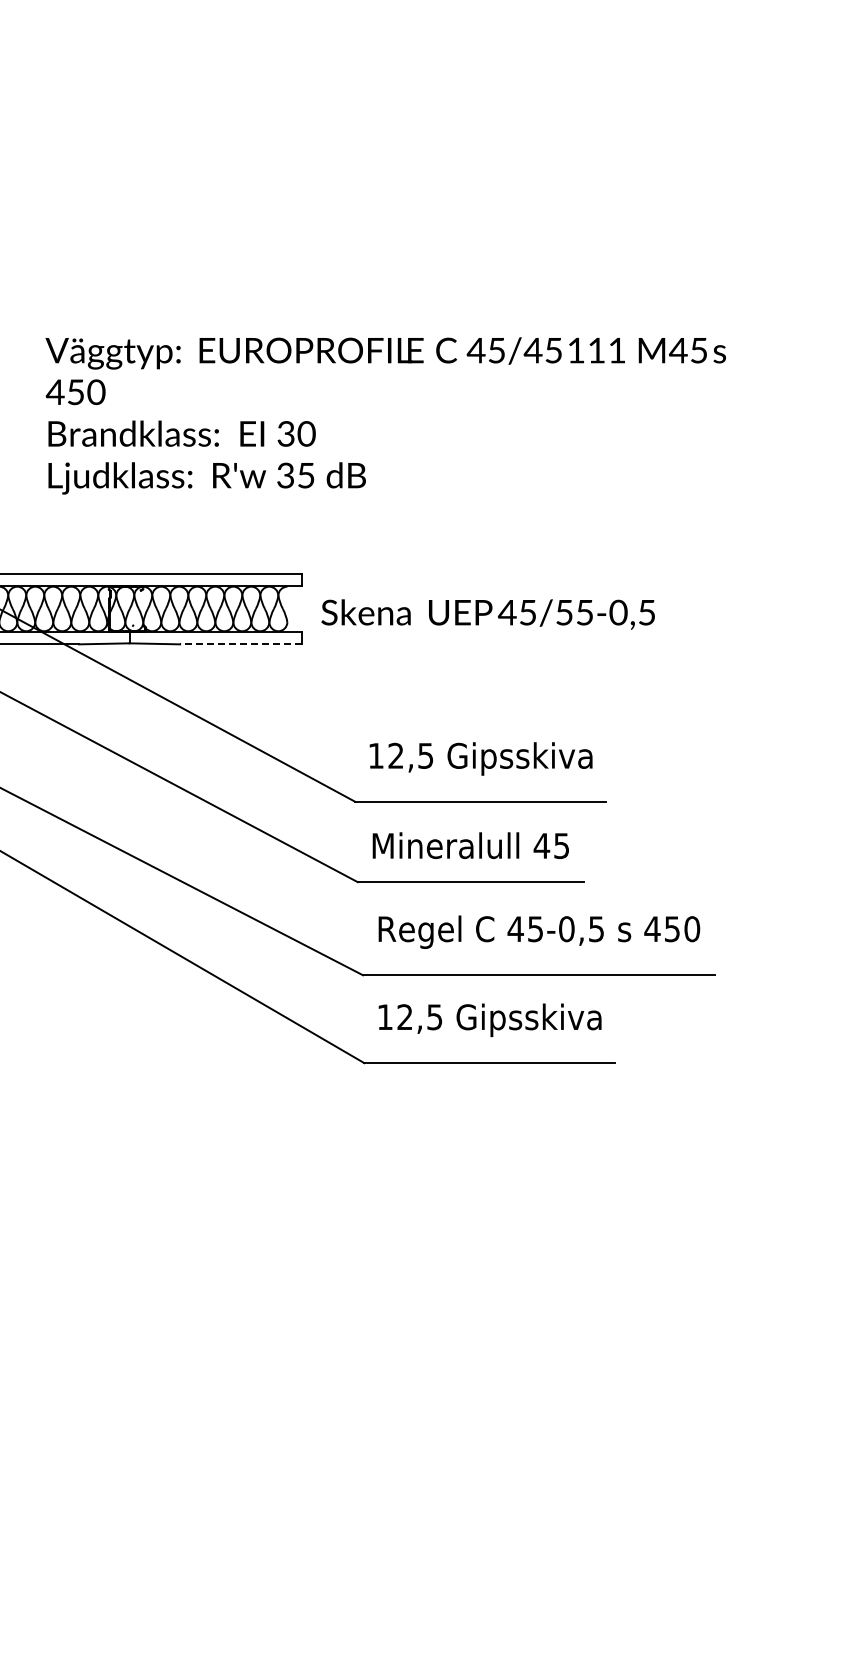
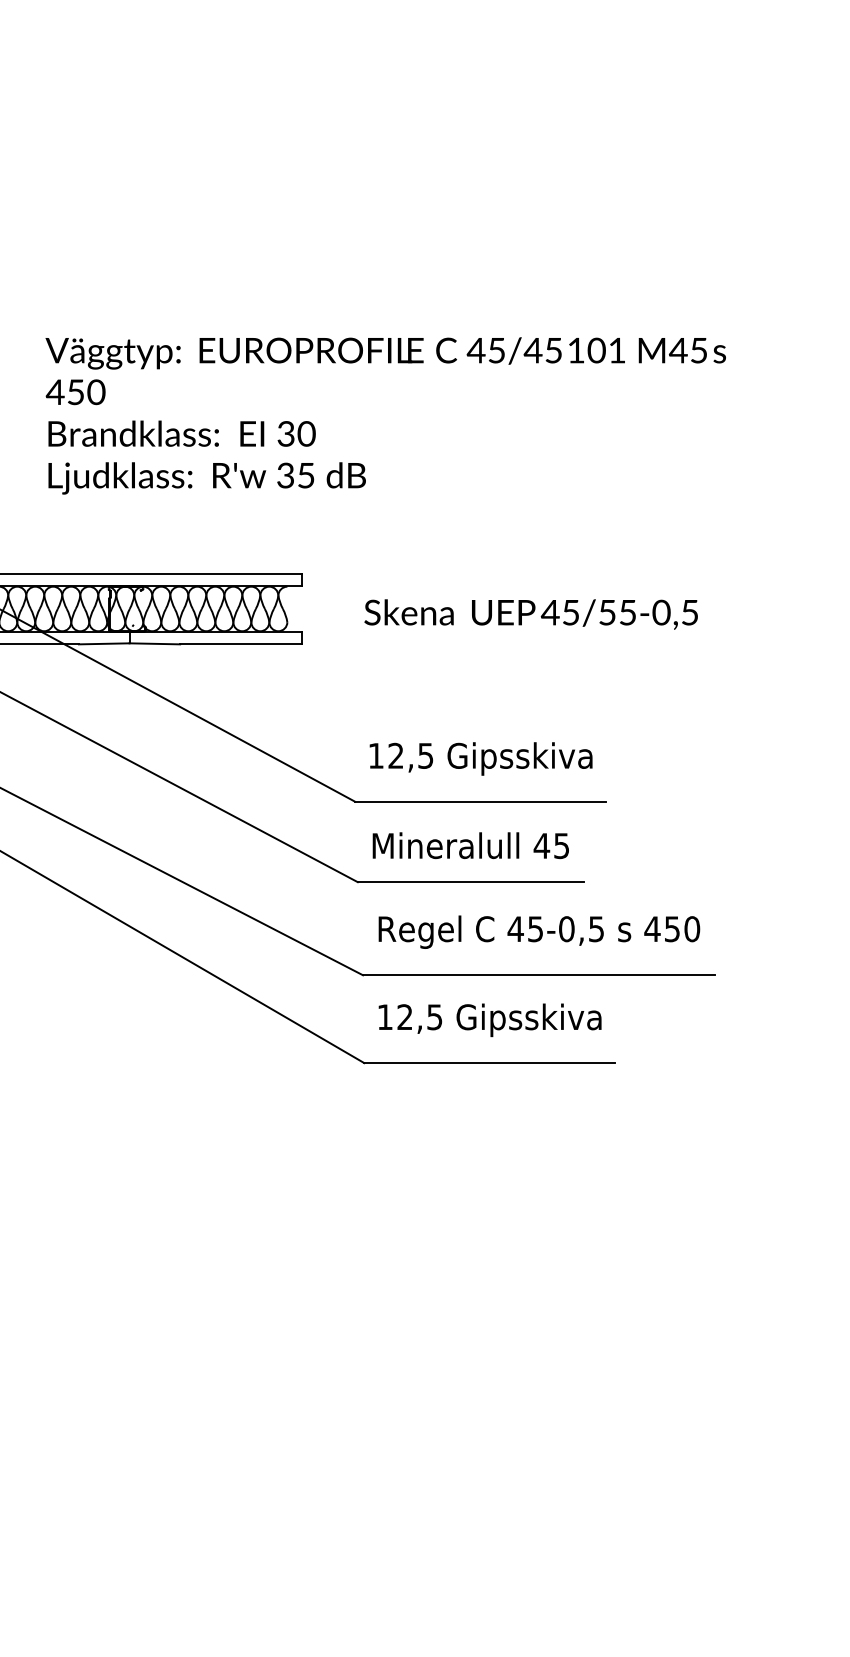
text at (596, 350): 111 -> 101
text at (487, 614) position: (487, 614) -> (530, 614)
line at (240, 644): dashed -> solid
